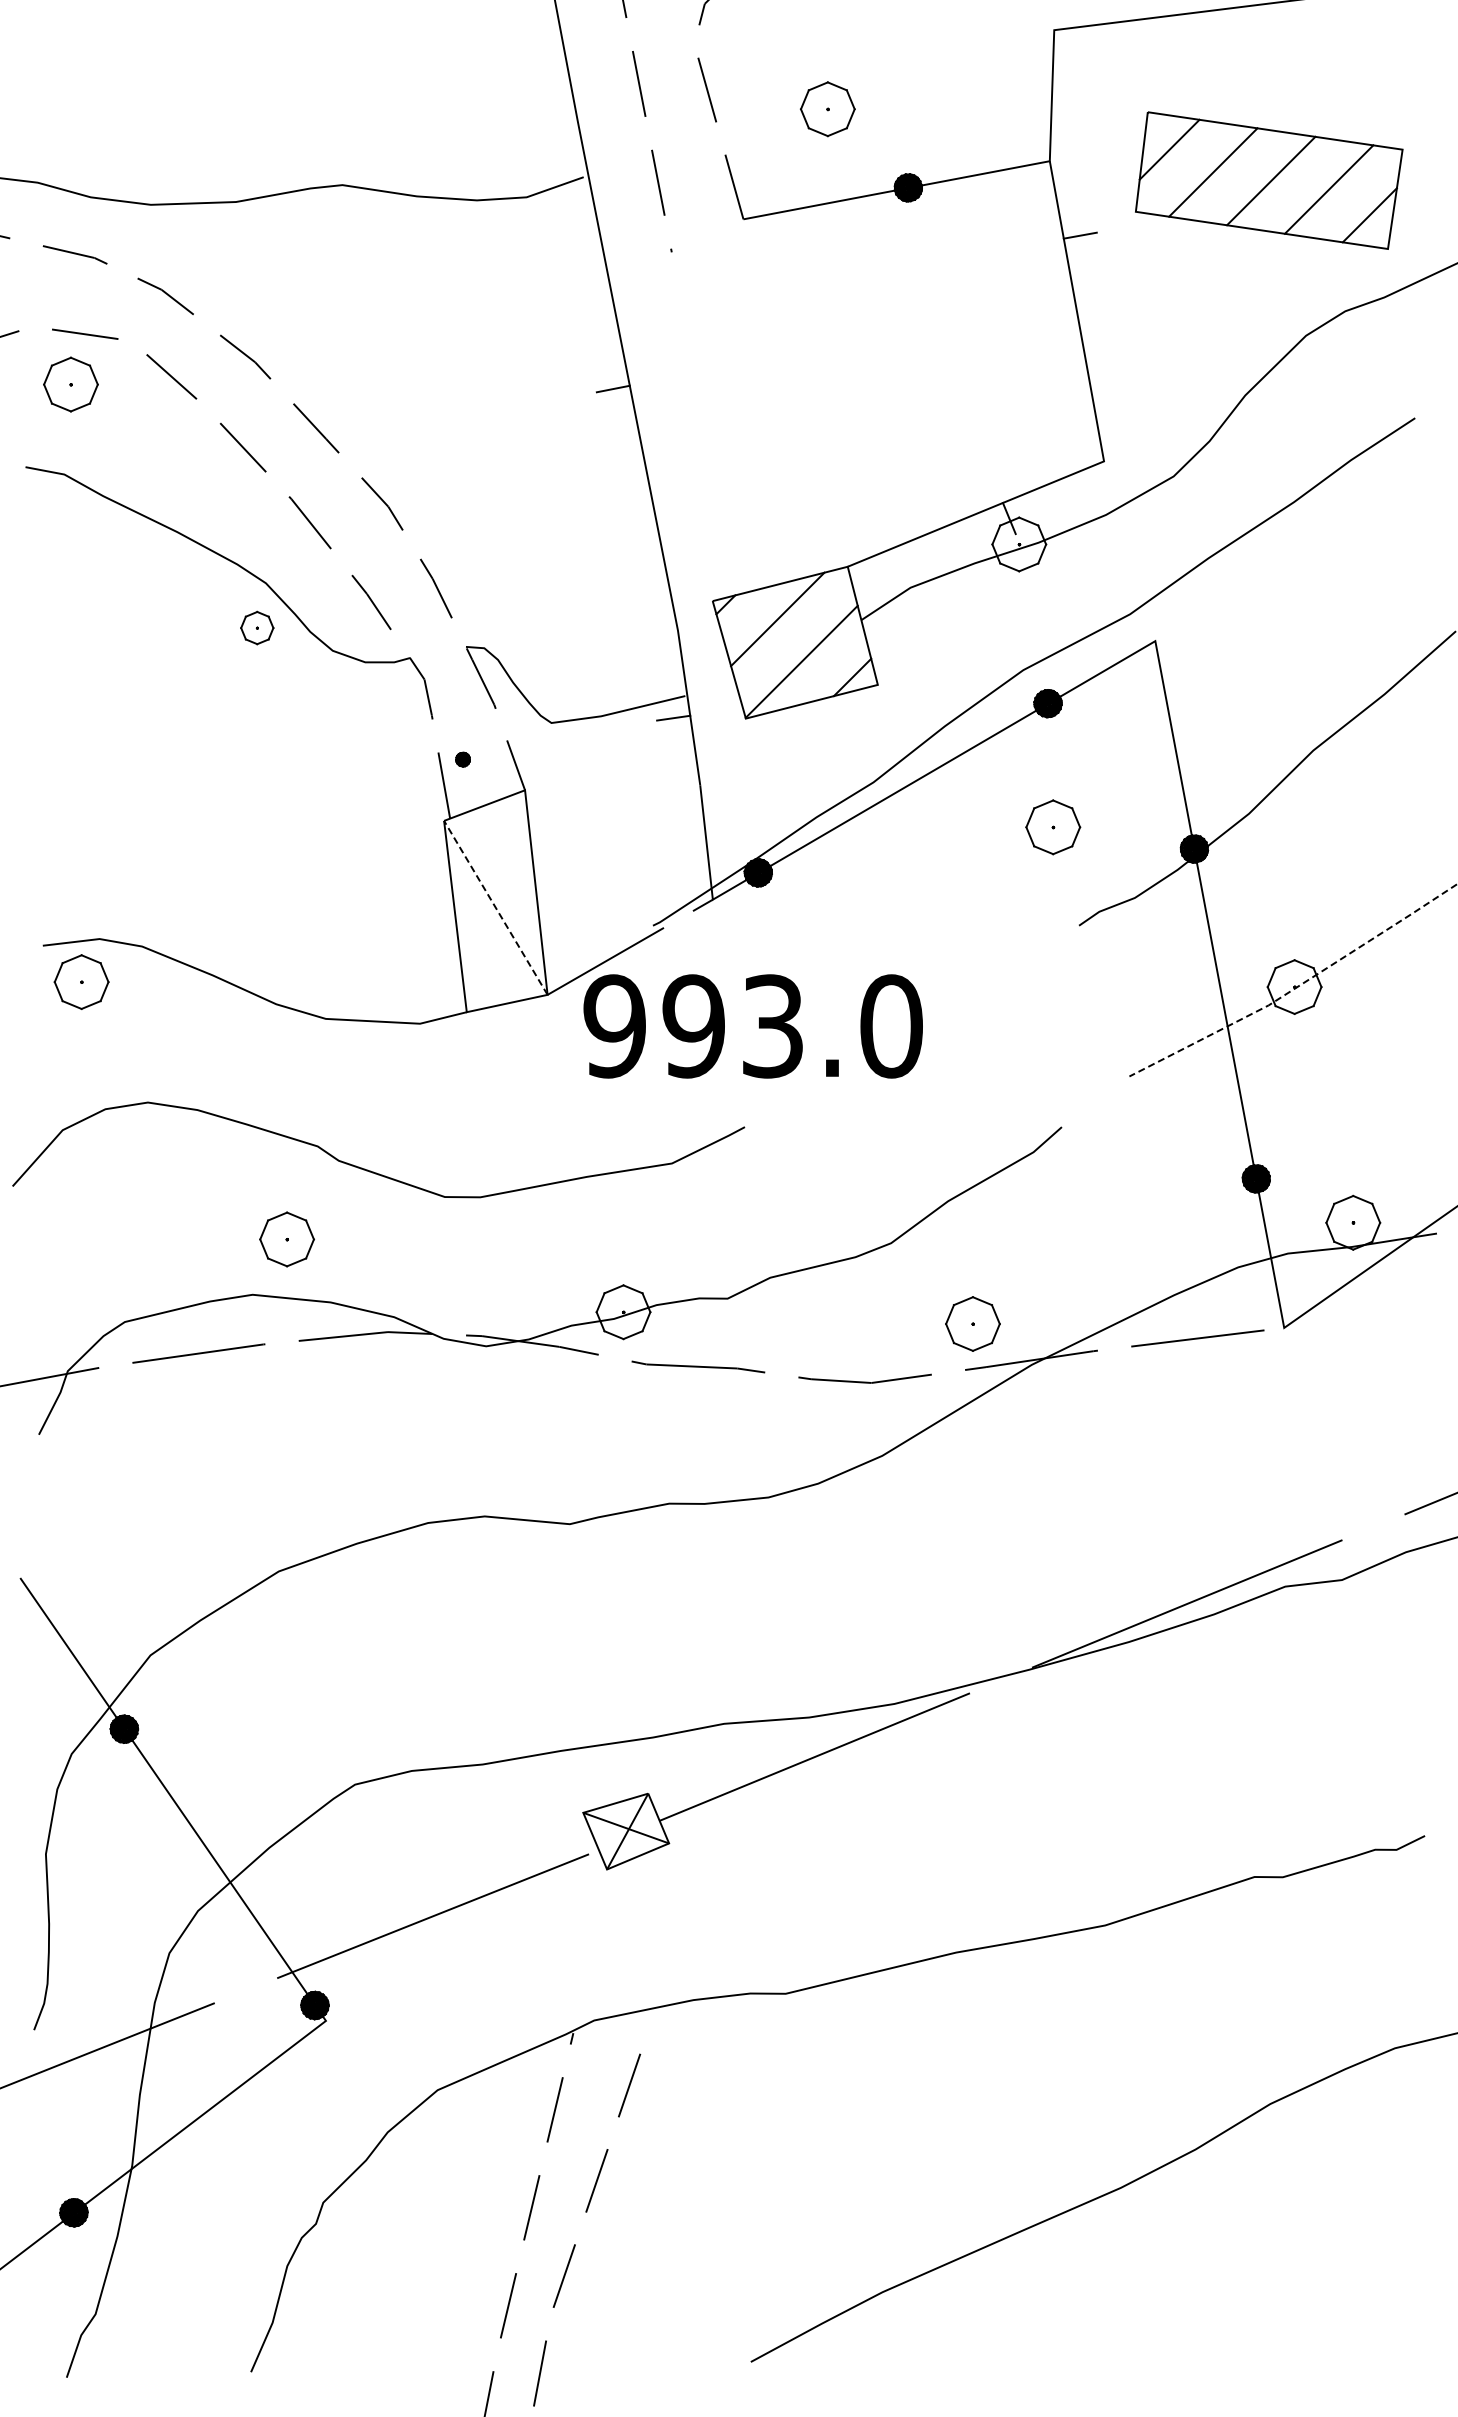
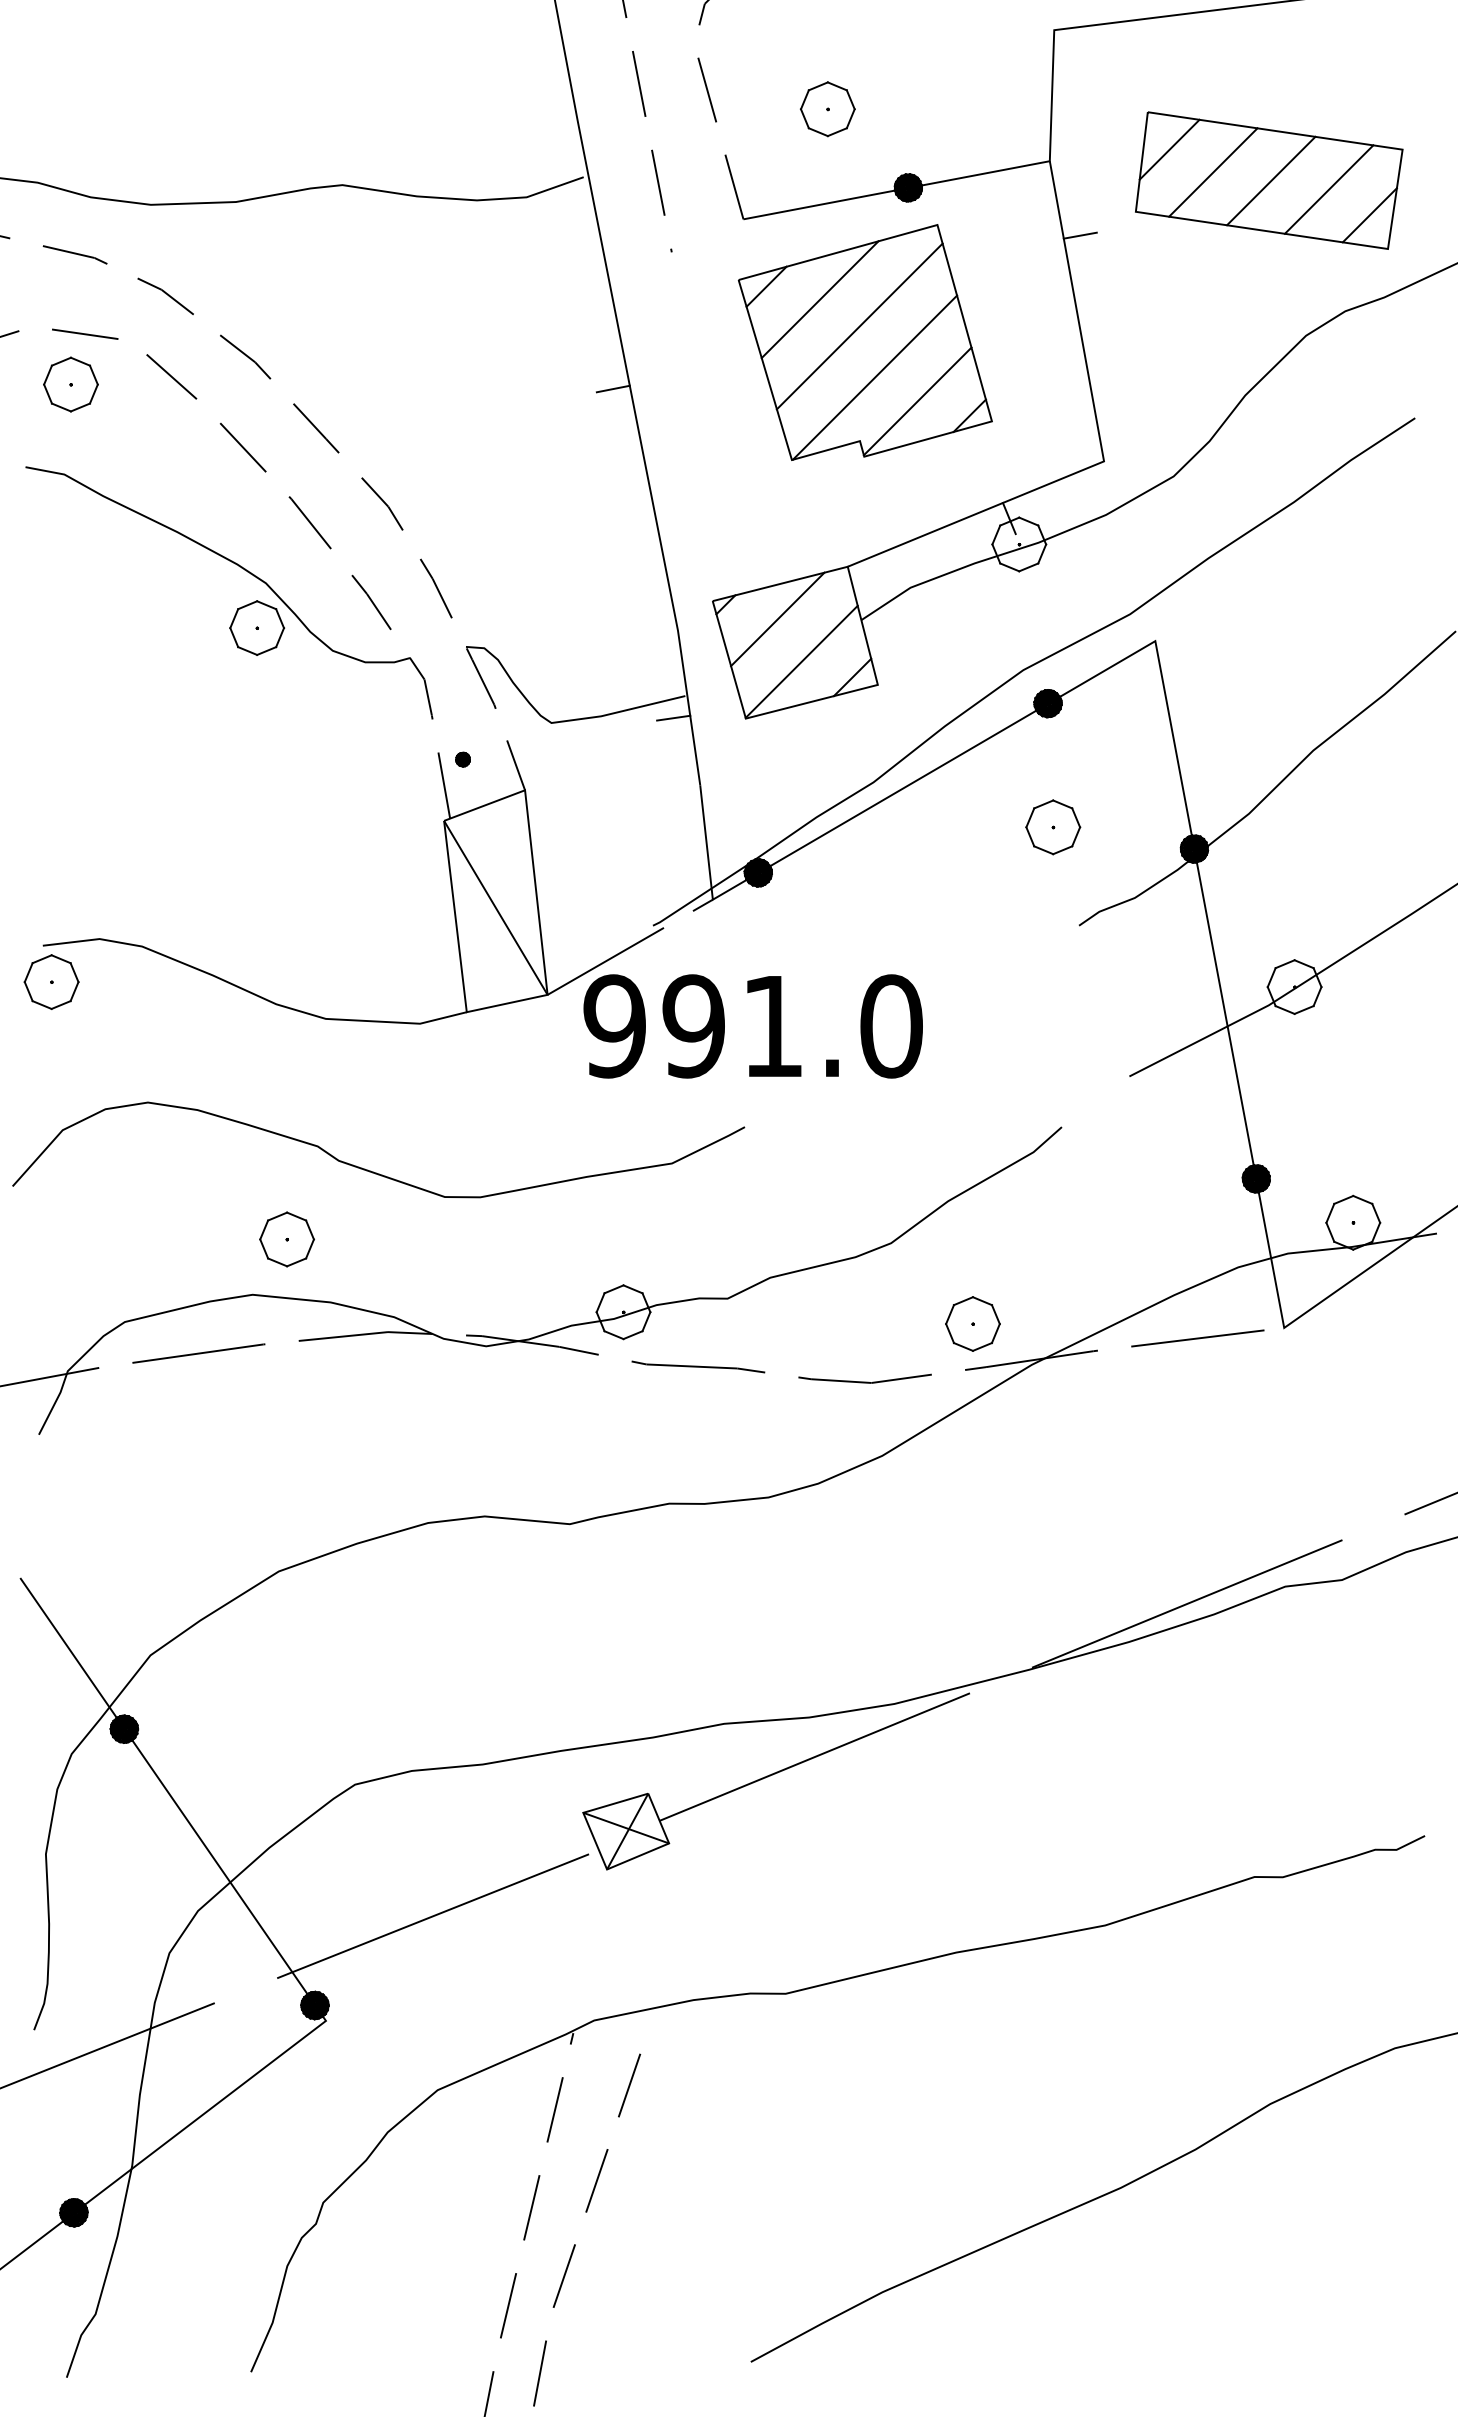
part at (864, 342): none -> present
part at (257, 627) size: 35x36 px -> 57x56 px
line at (495, 907): dashed -> solid
part at (81, 981) position: (81, 981) -> (51, 981)
line at (1297, 987): dashed -> solid
text at (772, 1026): 993.0 -> 991.0
